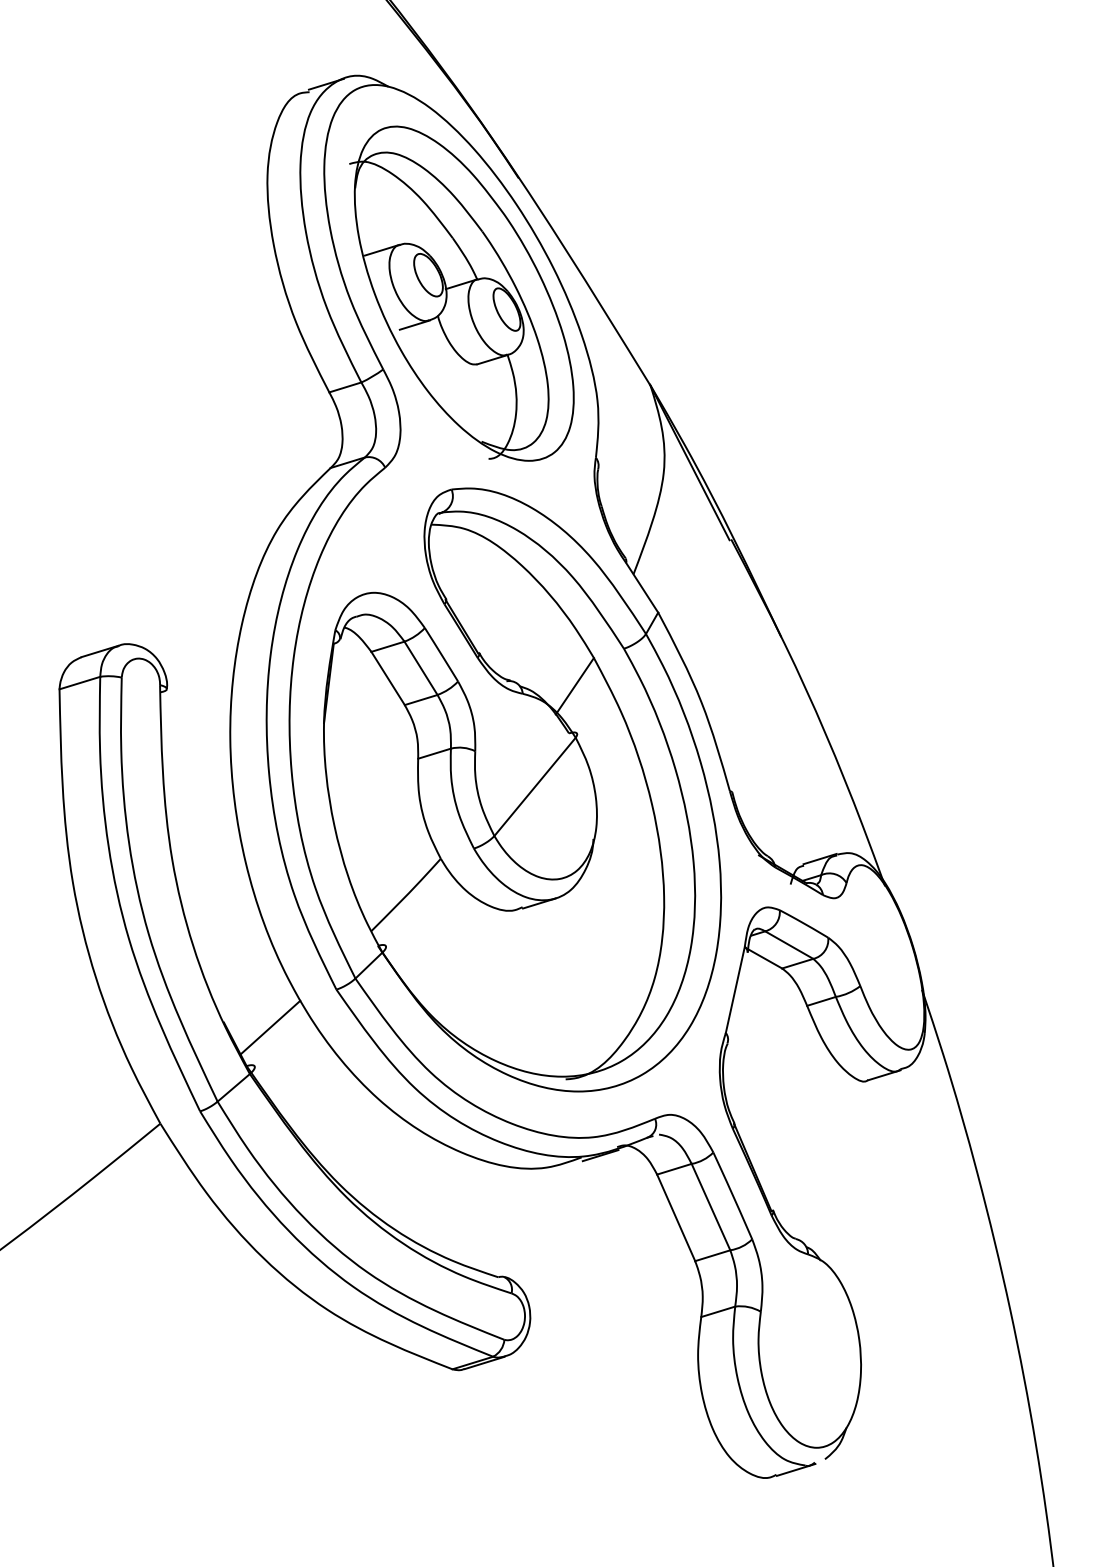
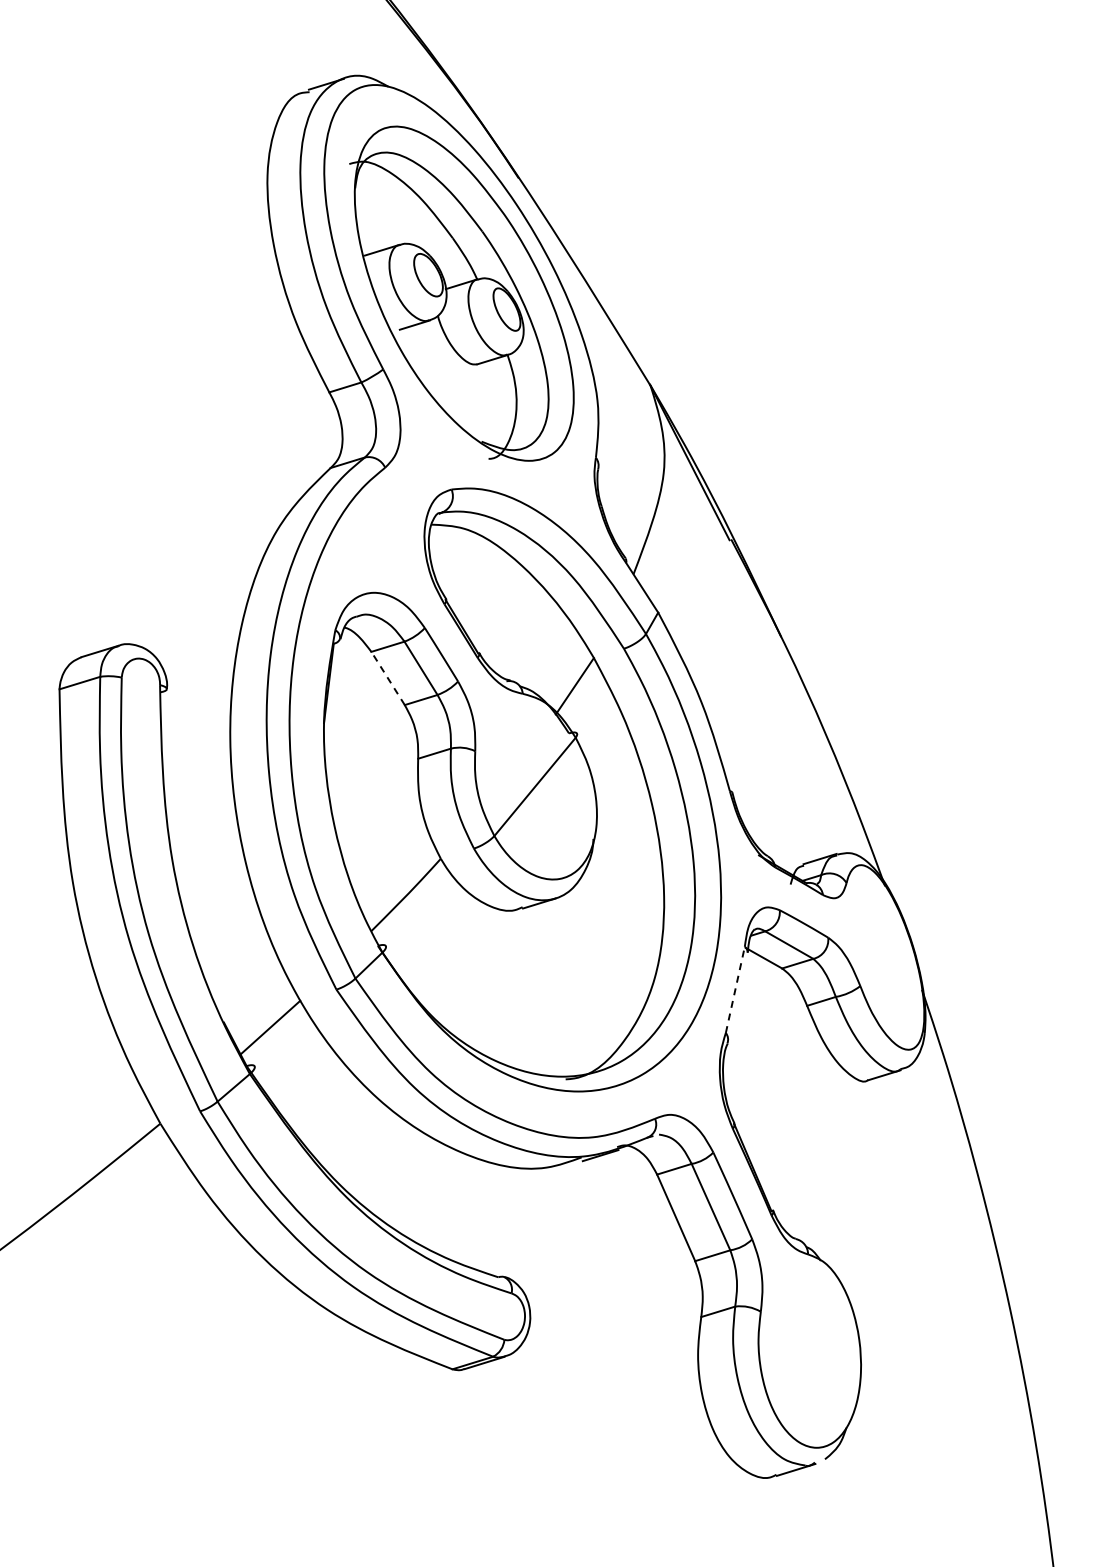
line at (387, 678): solid -> dashed
line at (735, 989): solid -> dashed
